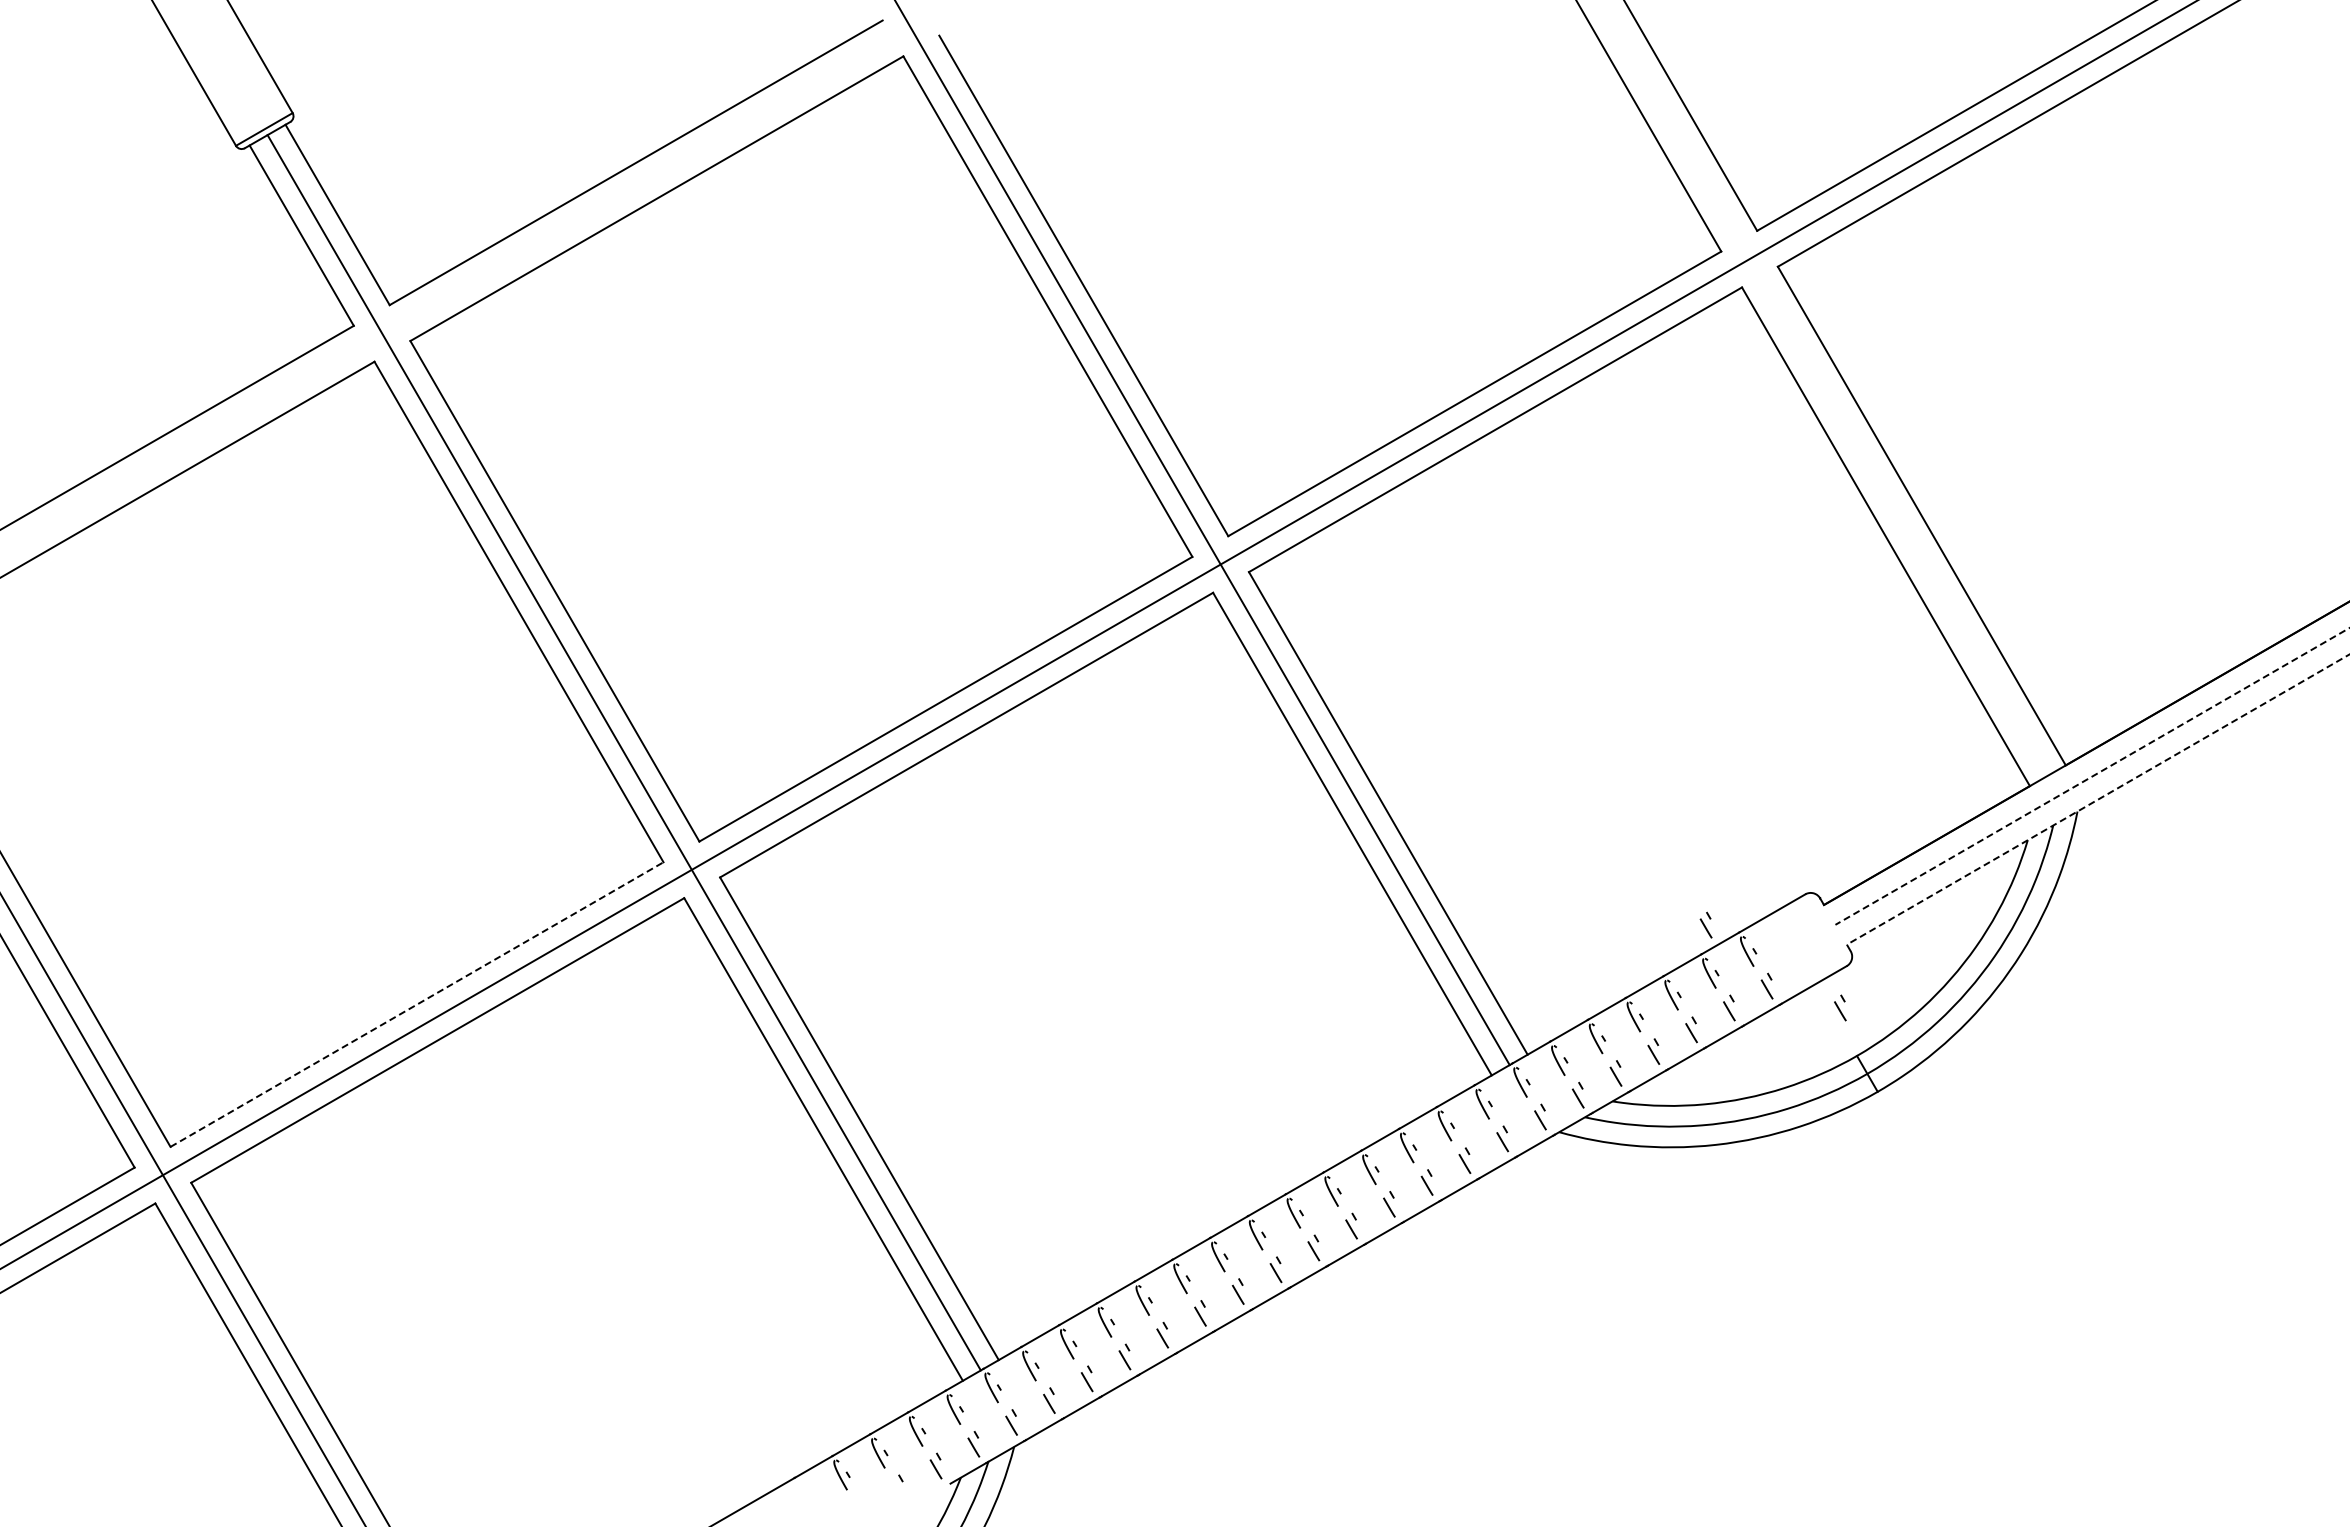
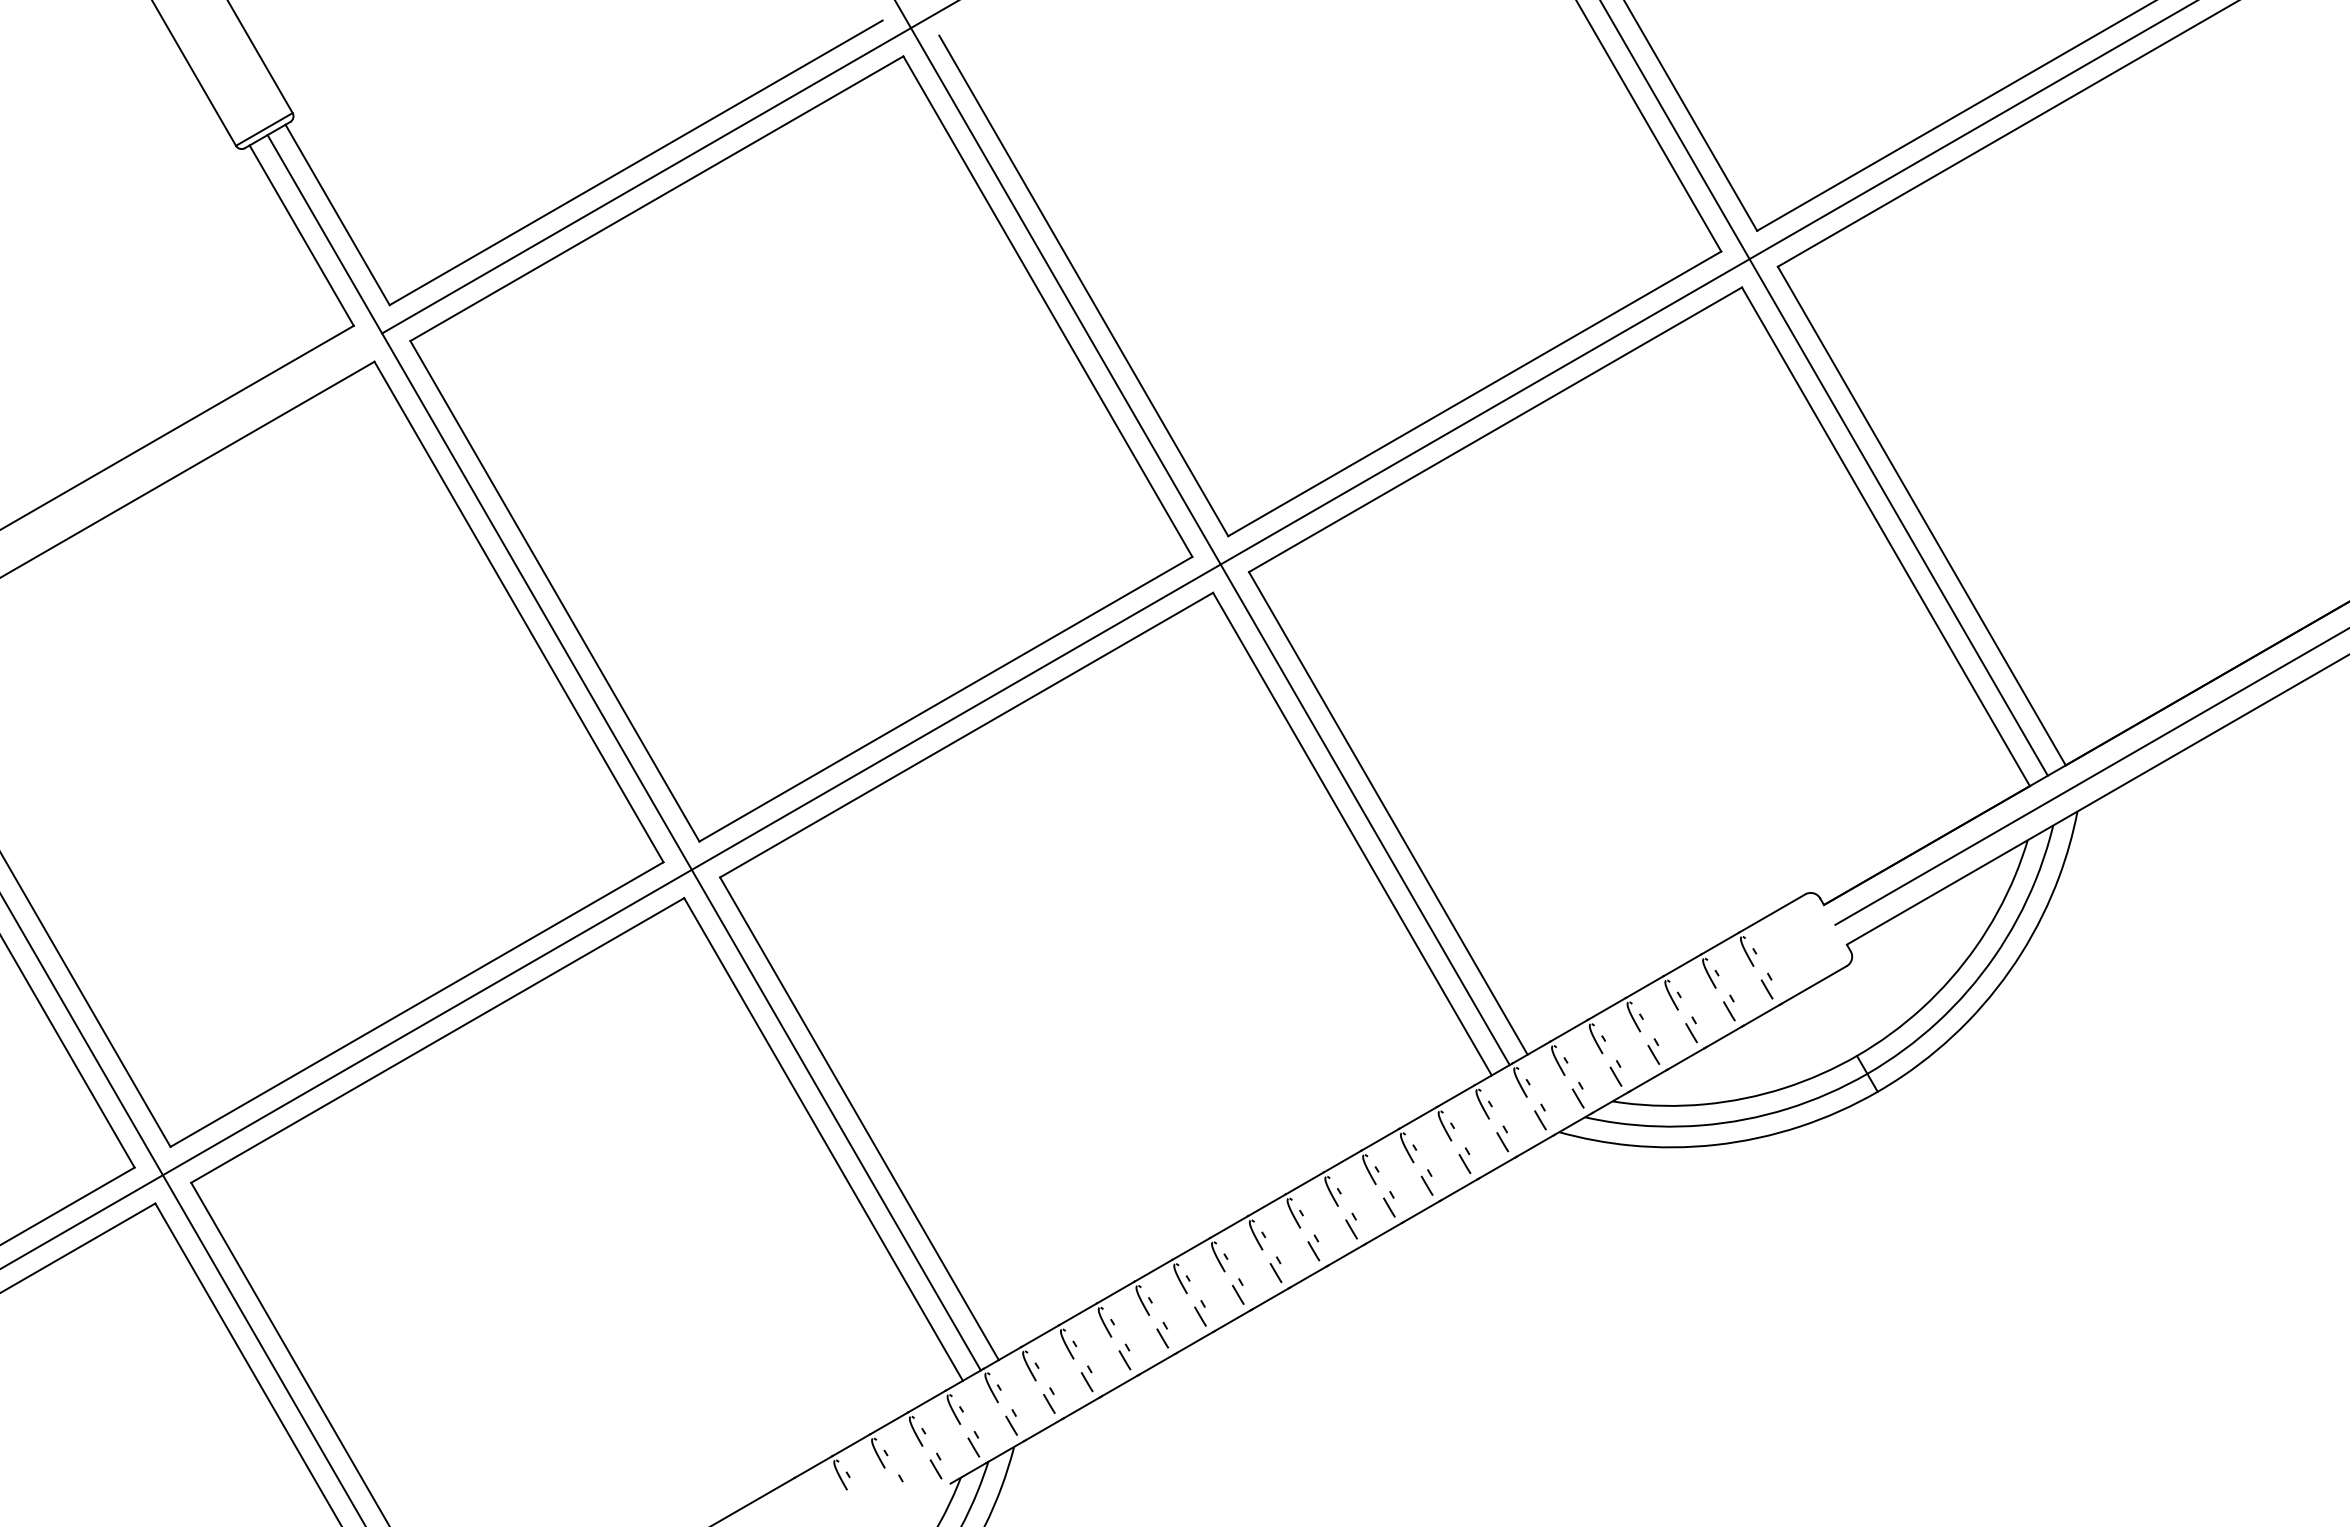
line at (668, 167): none -> present
line at (1824, 388): none -> present
line at (2092, 776): dashed -> solid
line at (2097, 799): dashed -> solid
part at (1705, 924): present -> none
line at (417, 1004): dashed -> solid
part at (1840, 1007): present -> none
